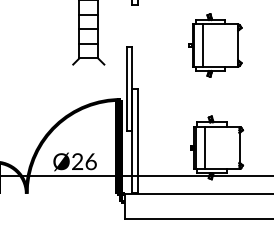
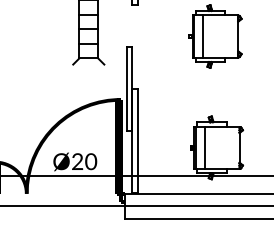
part at (215, 45) position: (215, 45) -> (215, 36)
text at (91, 161): Ø26 -> Ø20
line at (136, 206): none -> present
